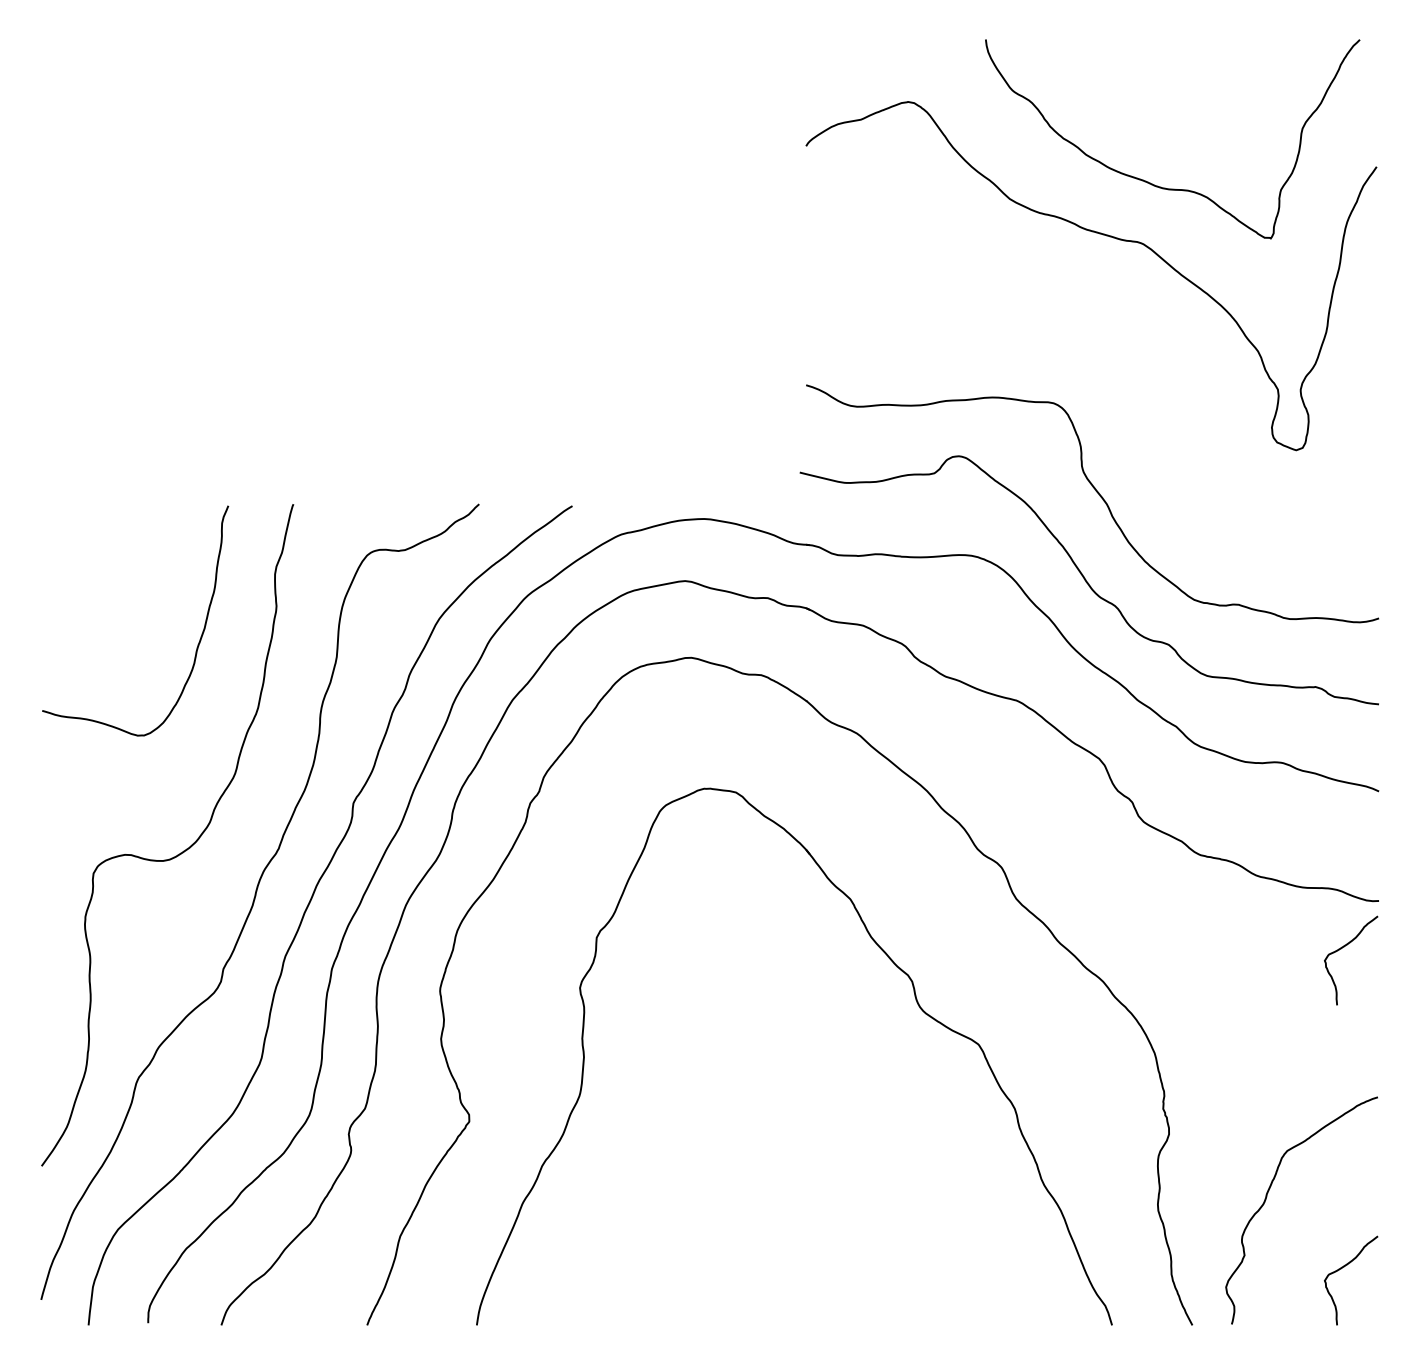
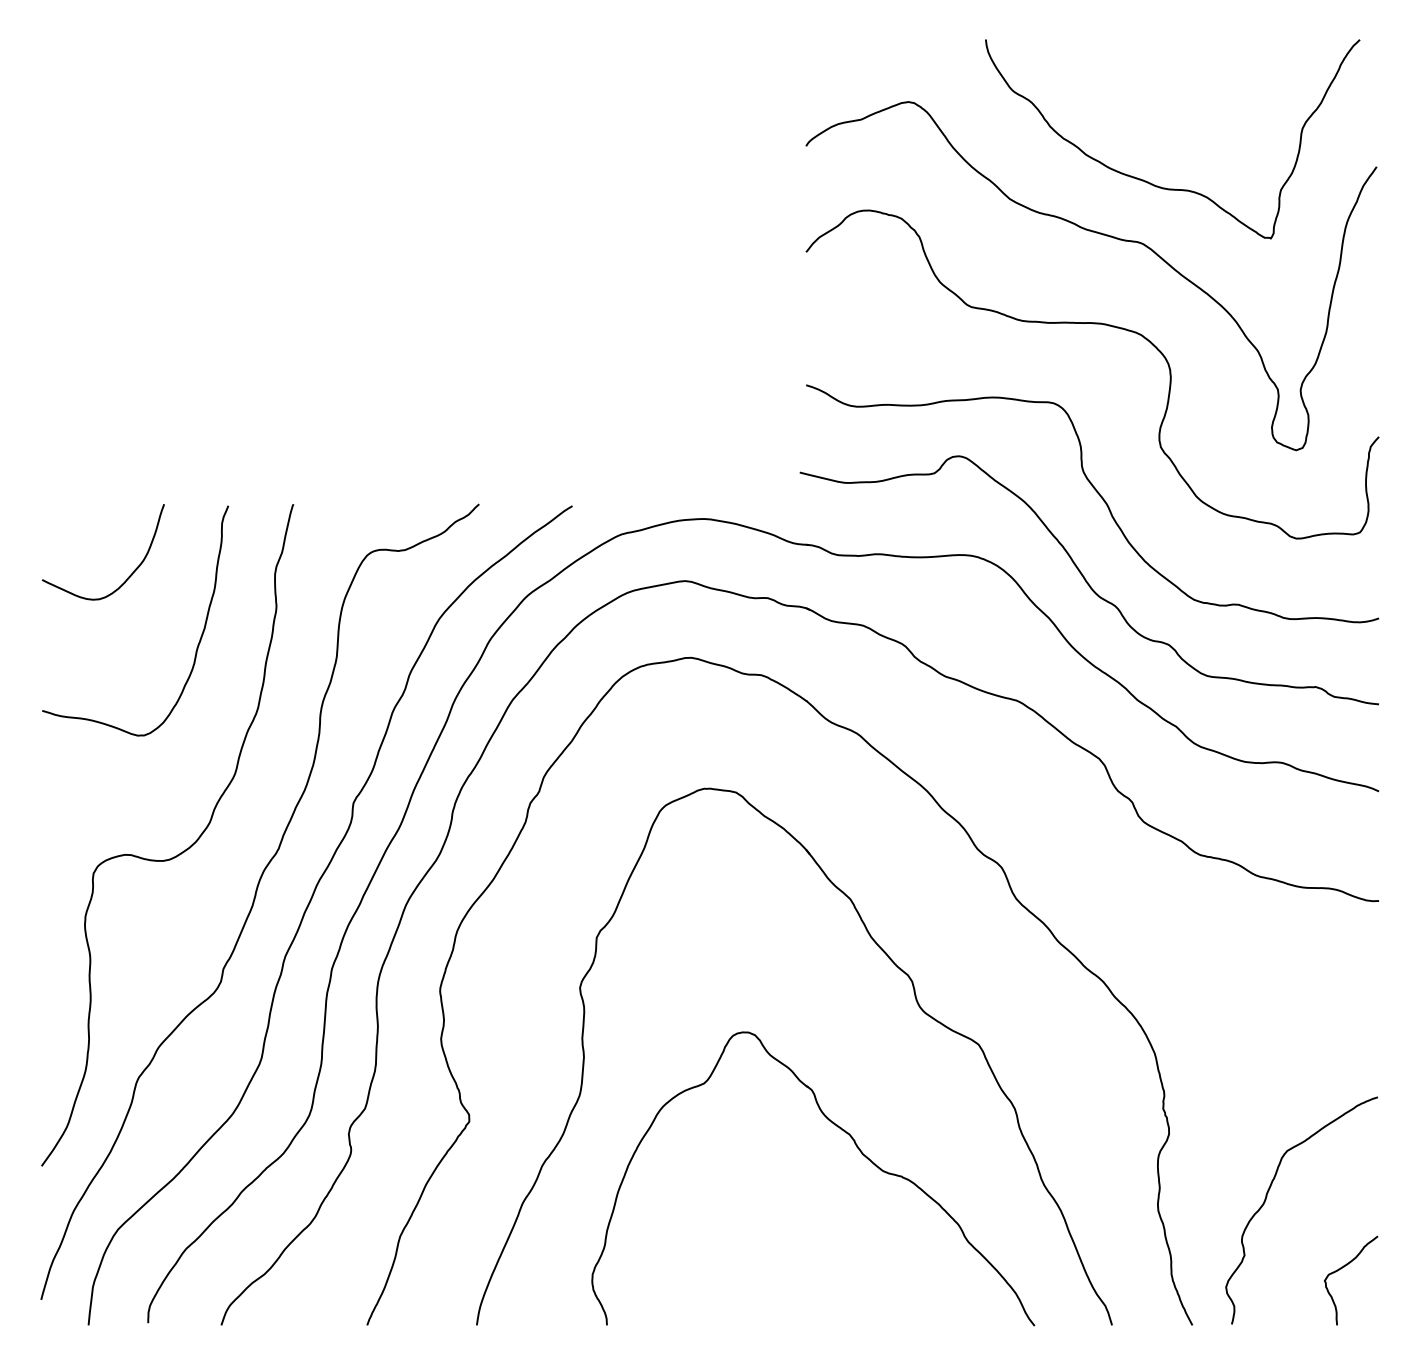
curve at (1093, 324): none -> present
curve at (128, 576): none -> present
curve at (1344, 947): present -> none
part at (856, 1147): none -> present
